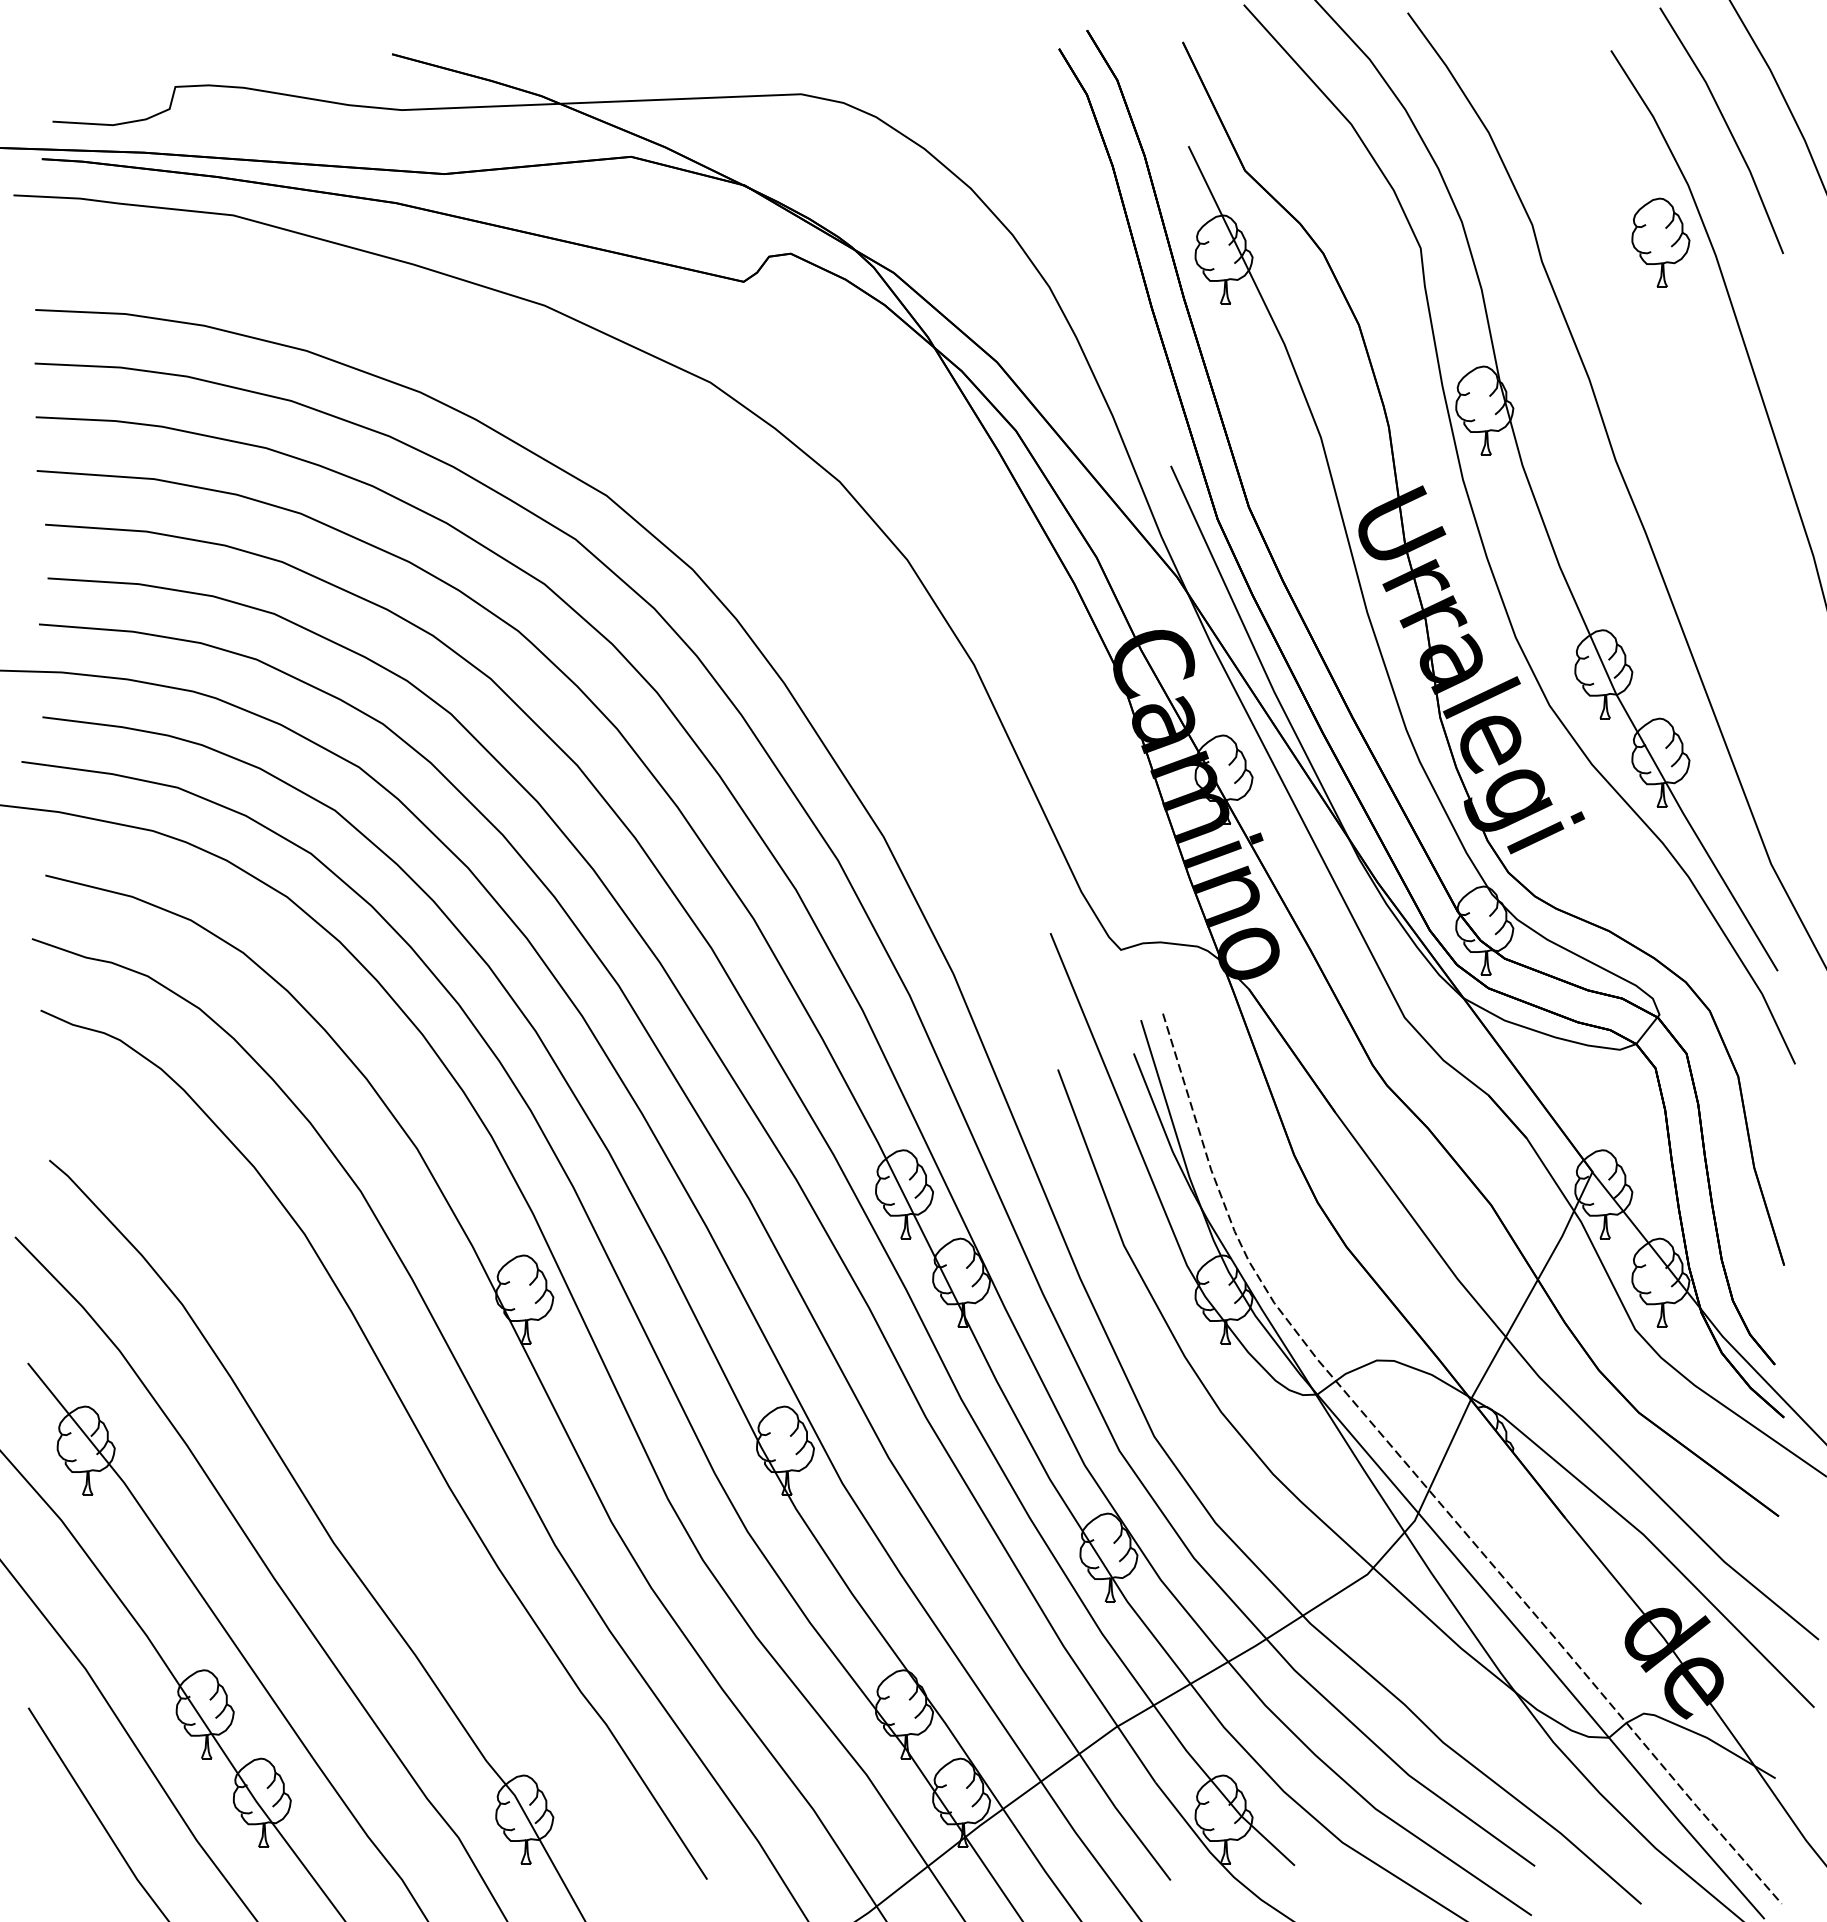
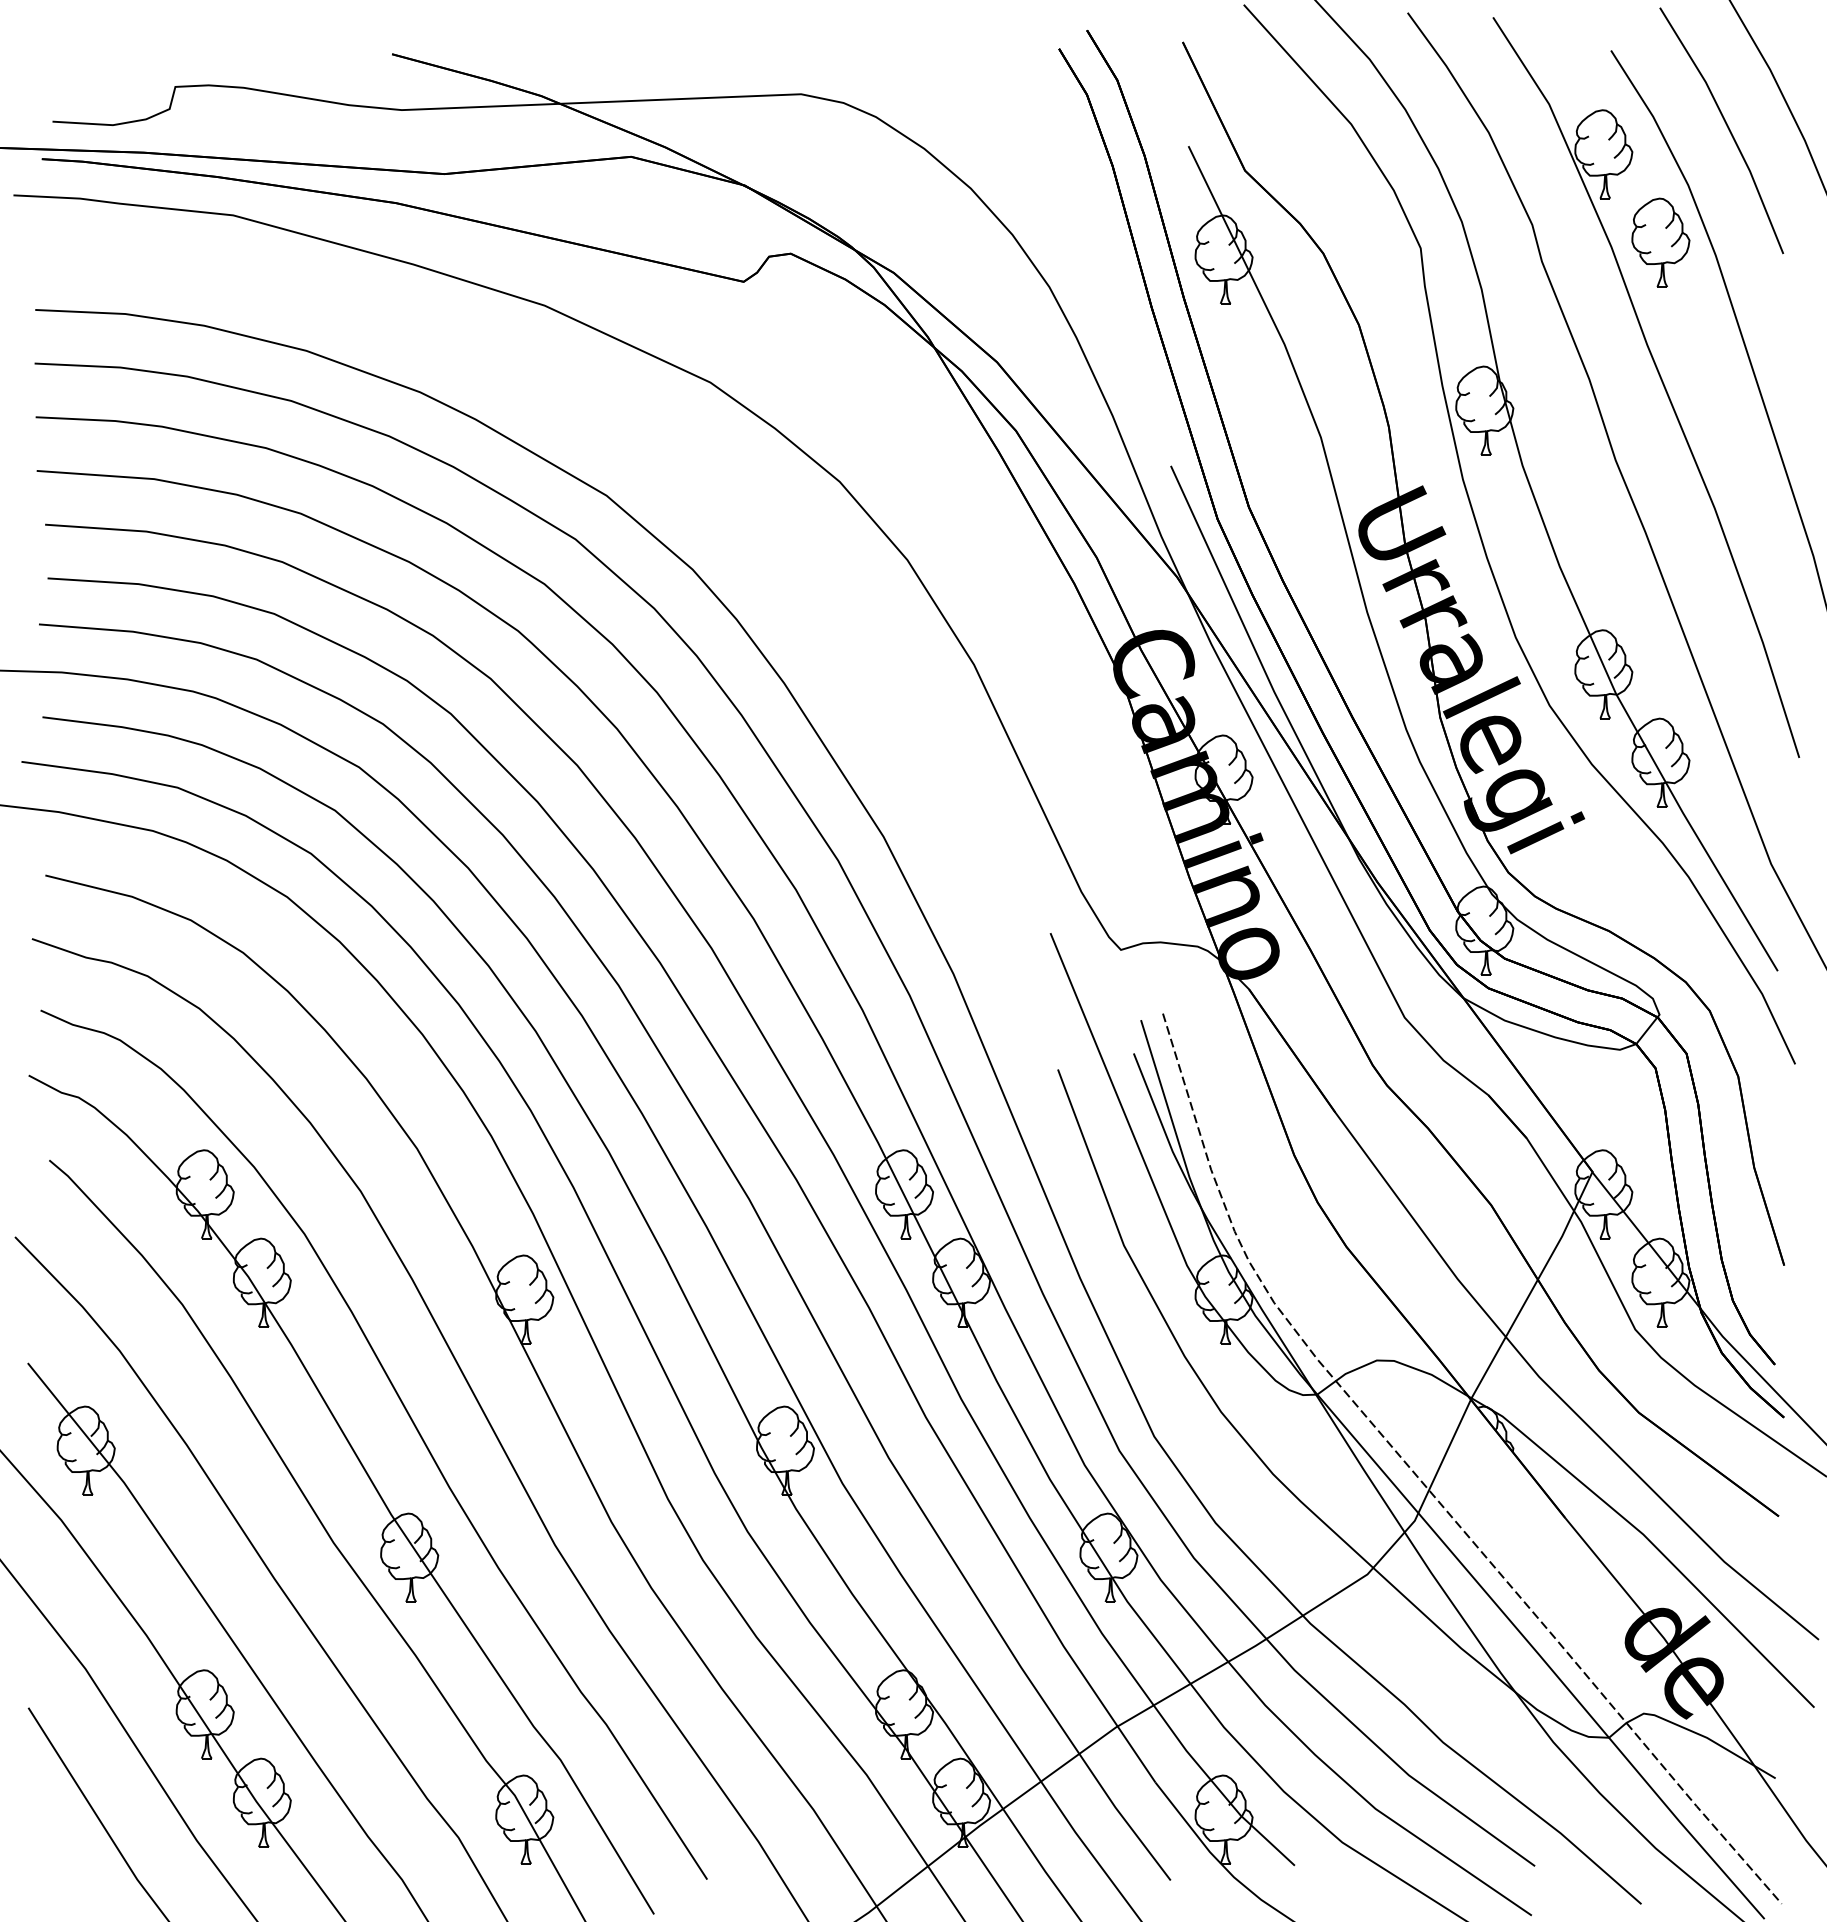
part at (1661, 382): none -> present
part at (368, 1478): none -> present
